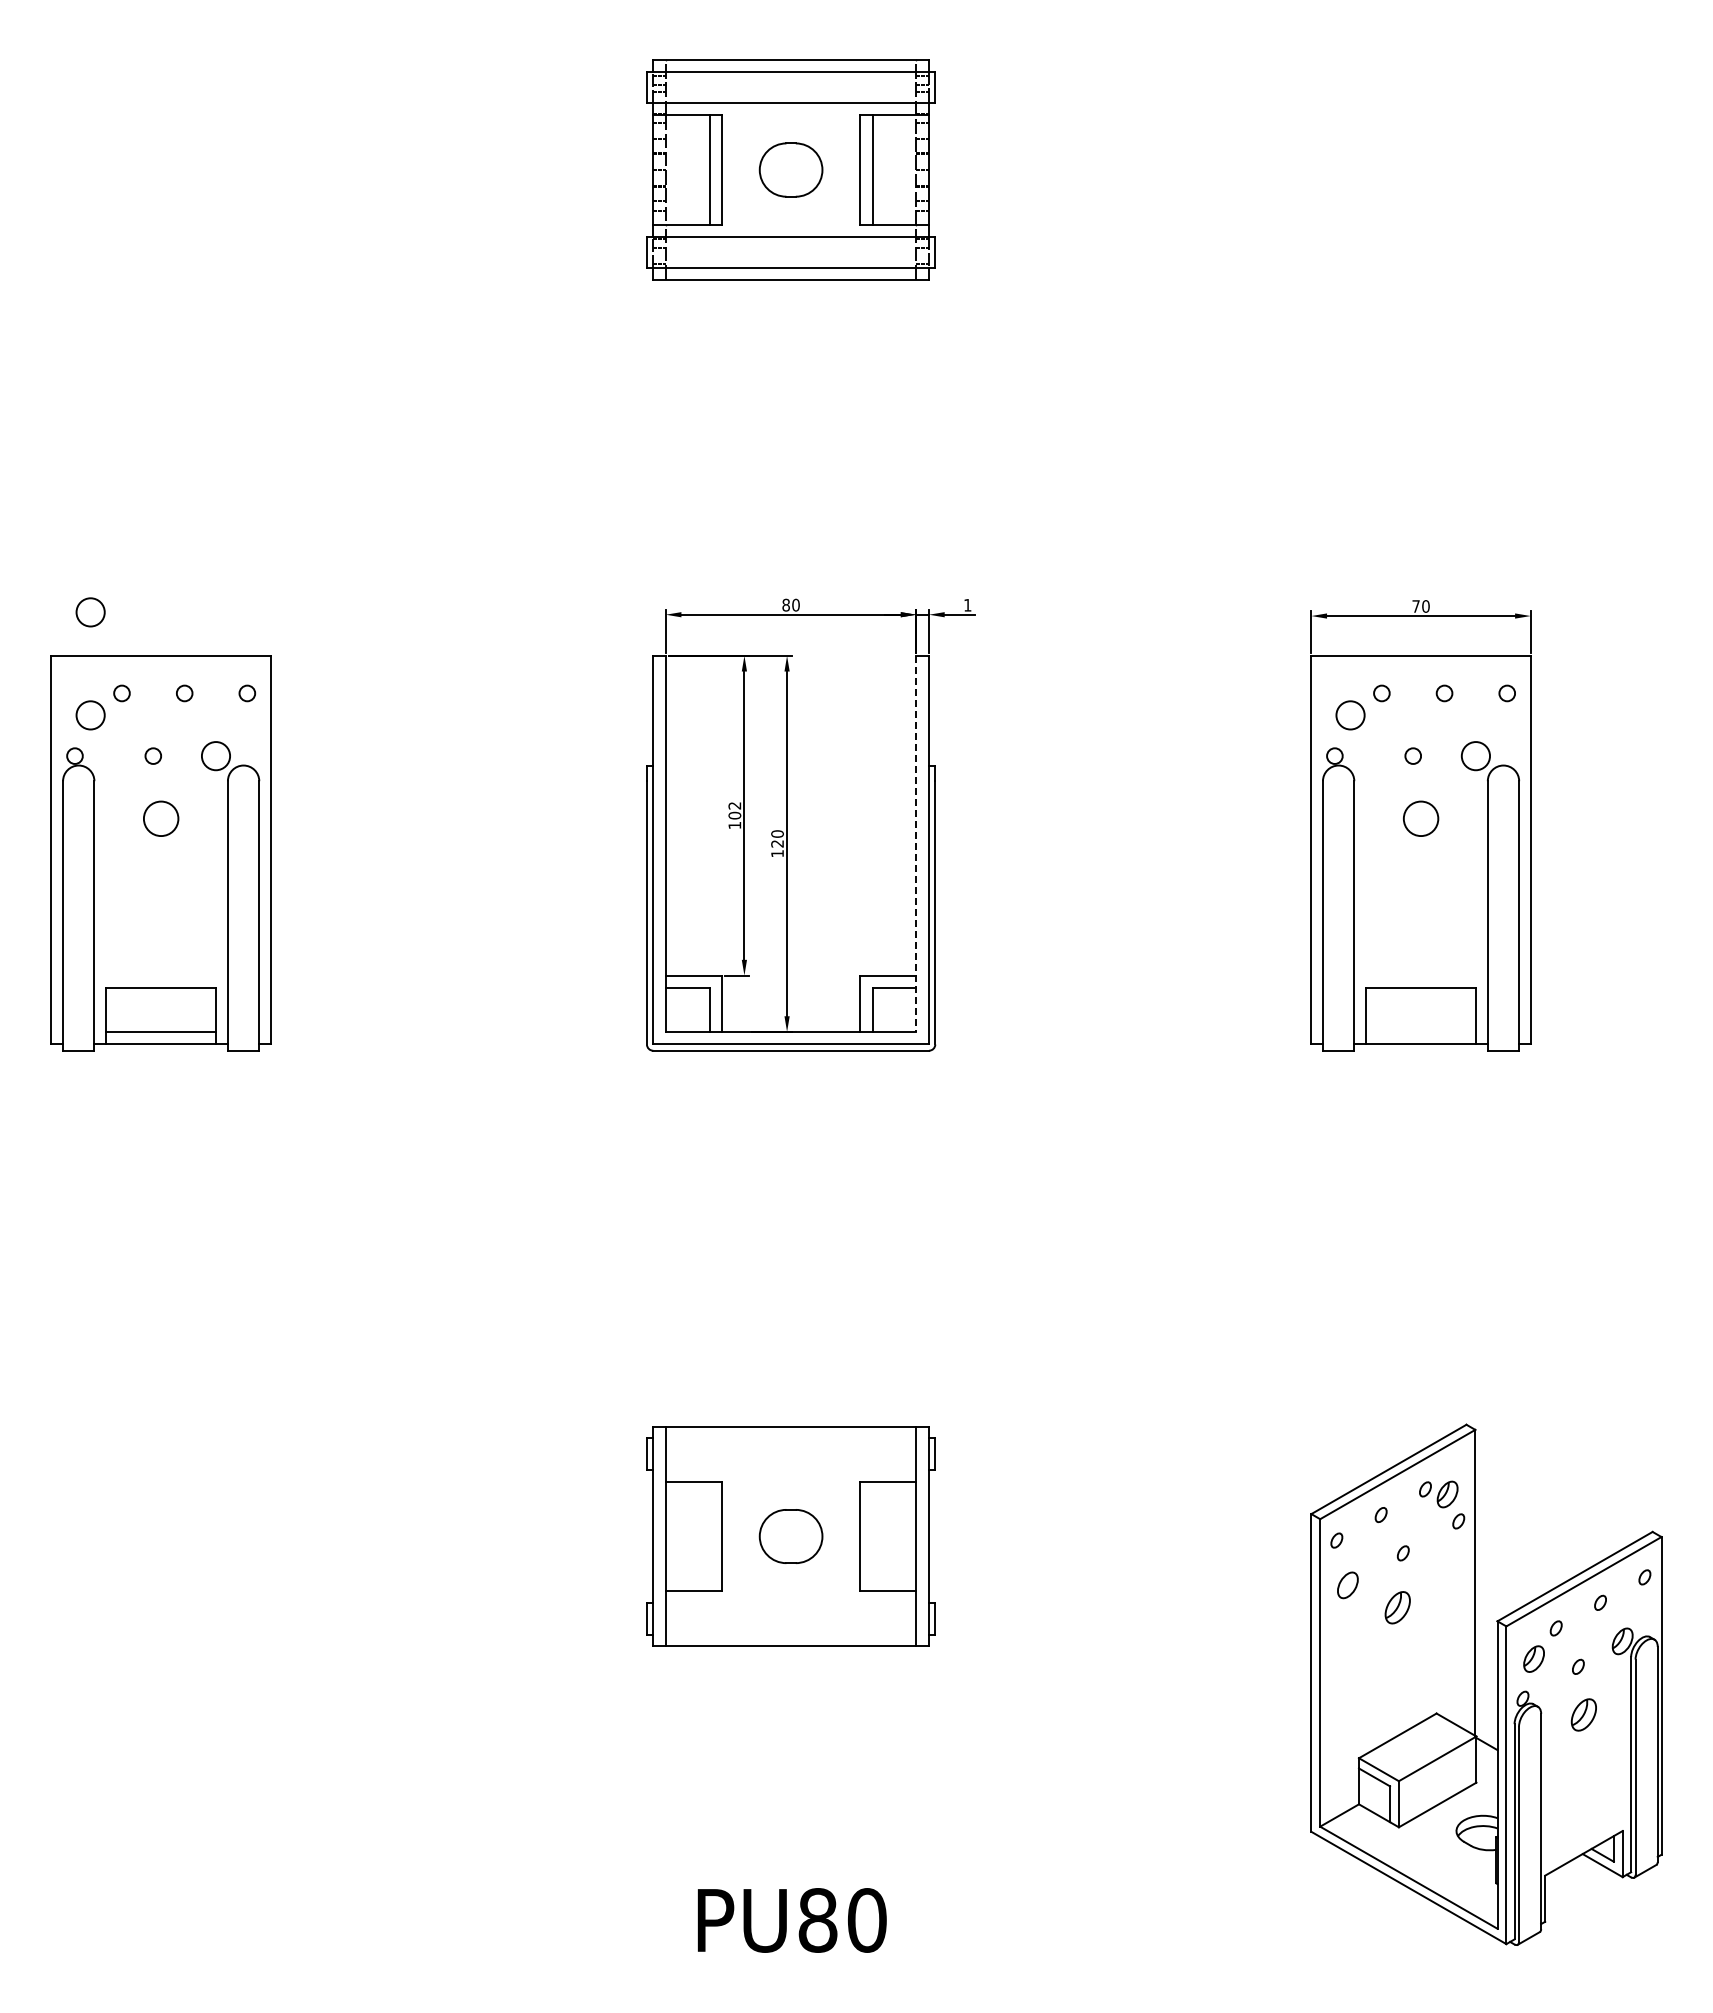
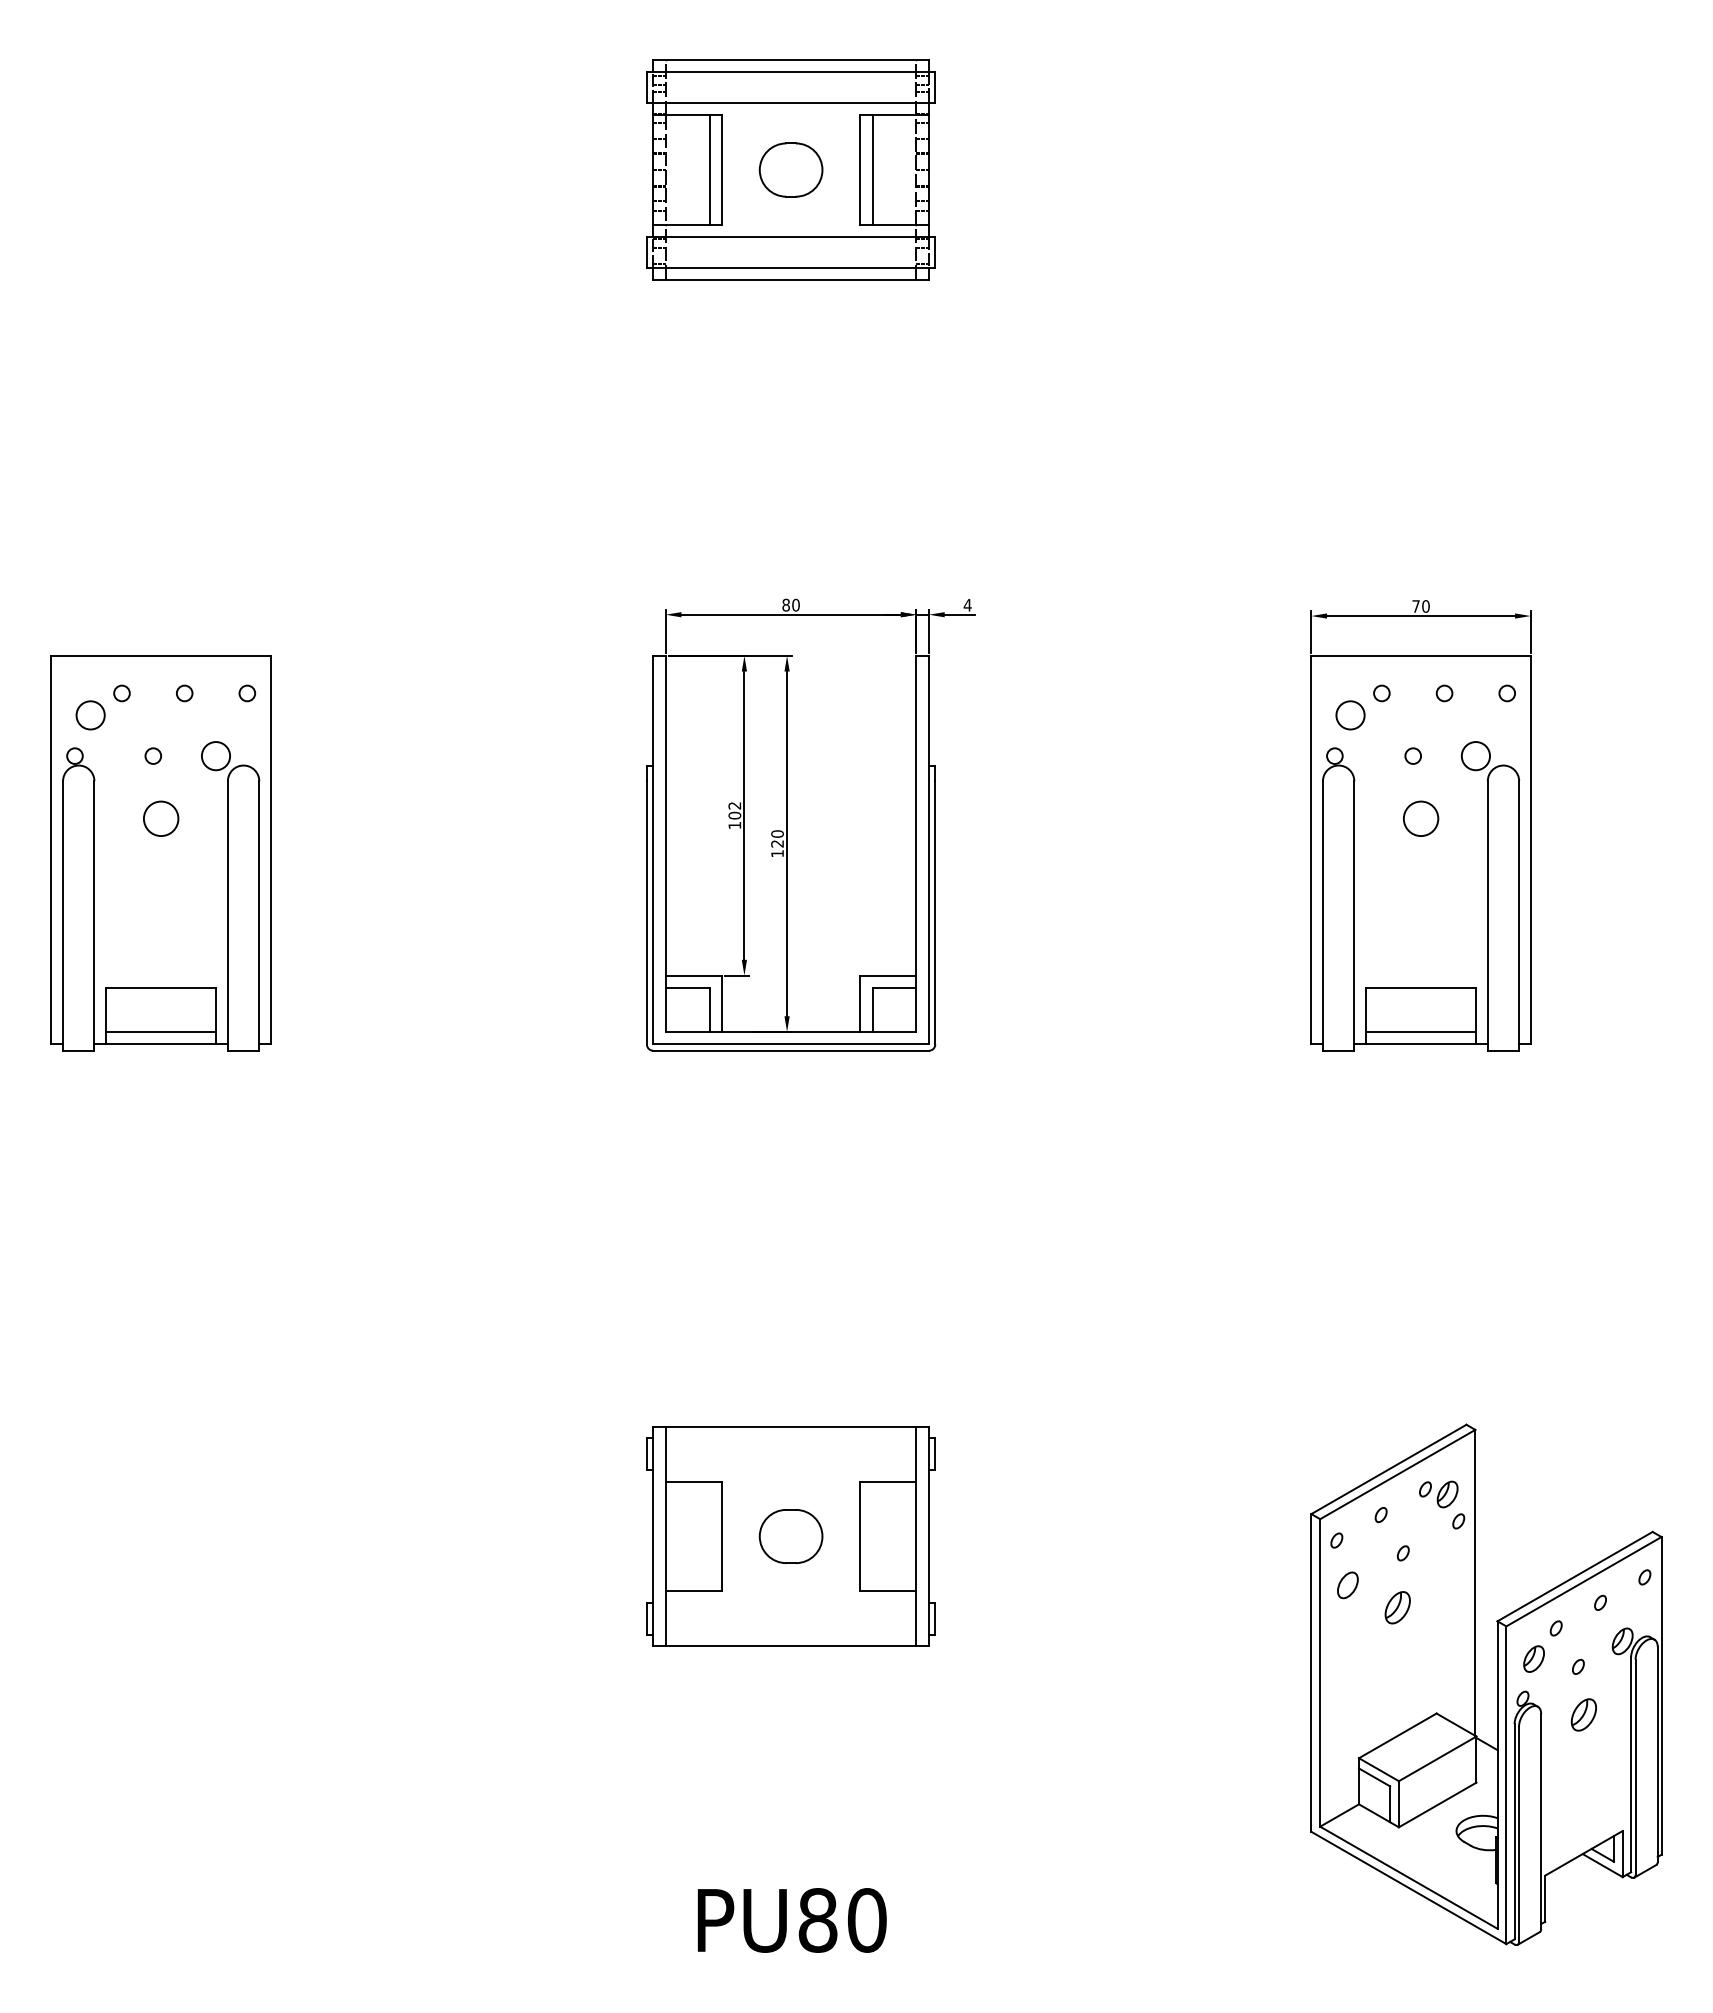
text at (967, 605): 1 -> 4
circle at (90, 612): present -> none
line at (916, 844): dashed -> solid
line at (1420, 1031): none -> present
